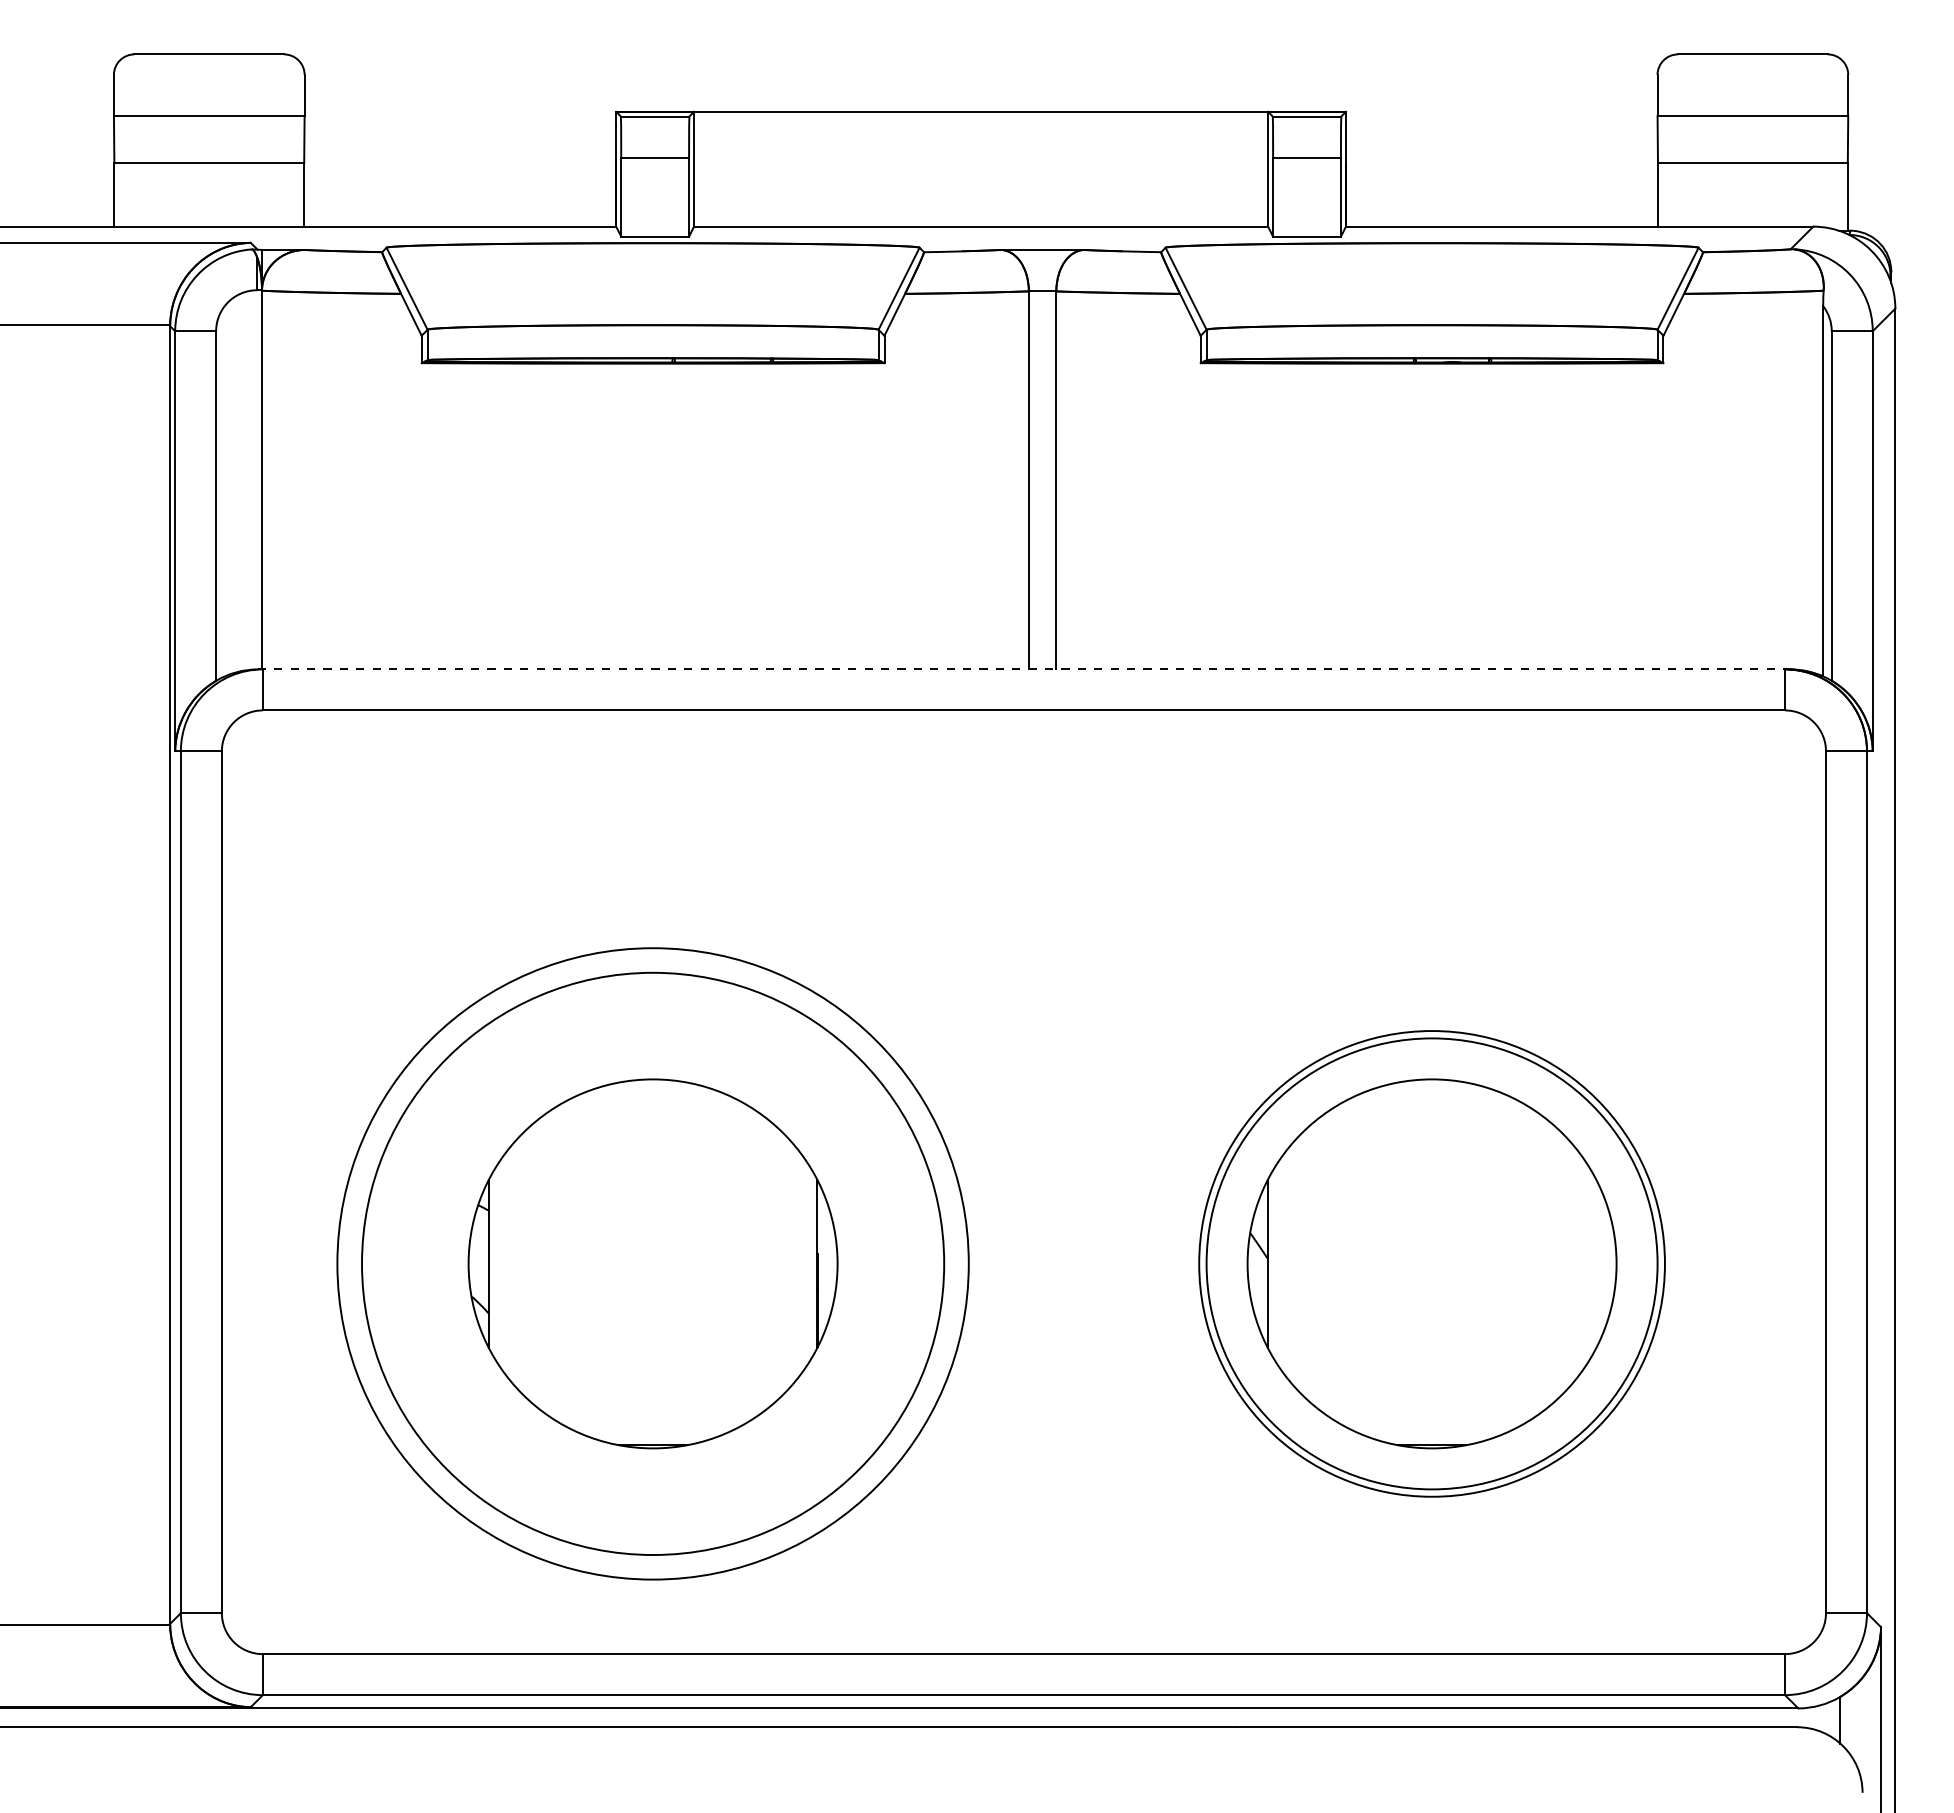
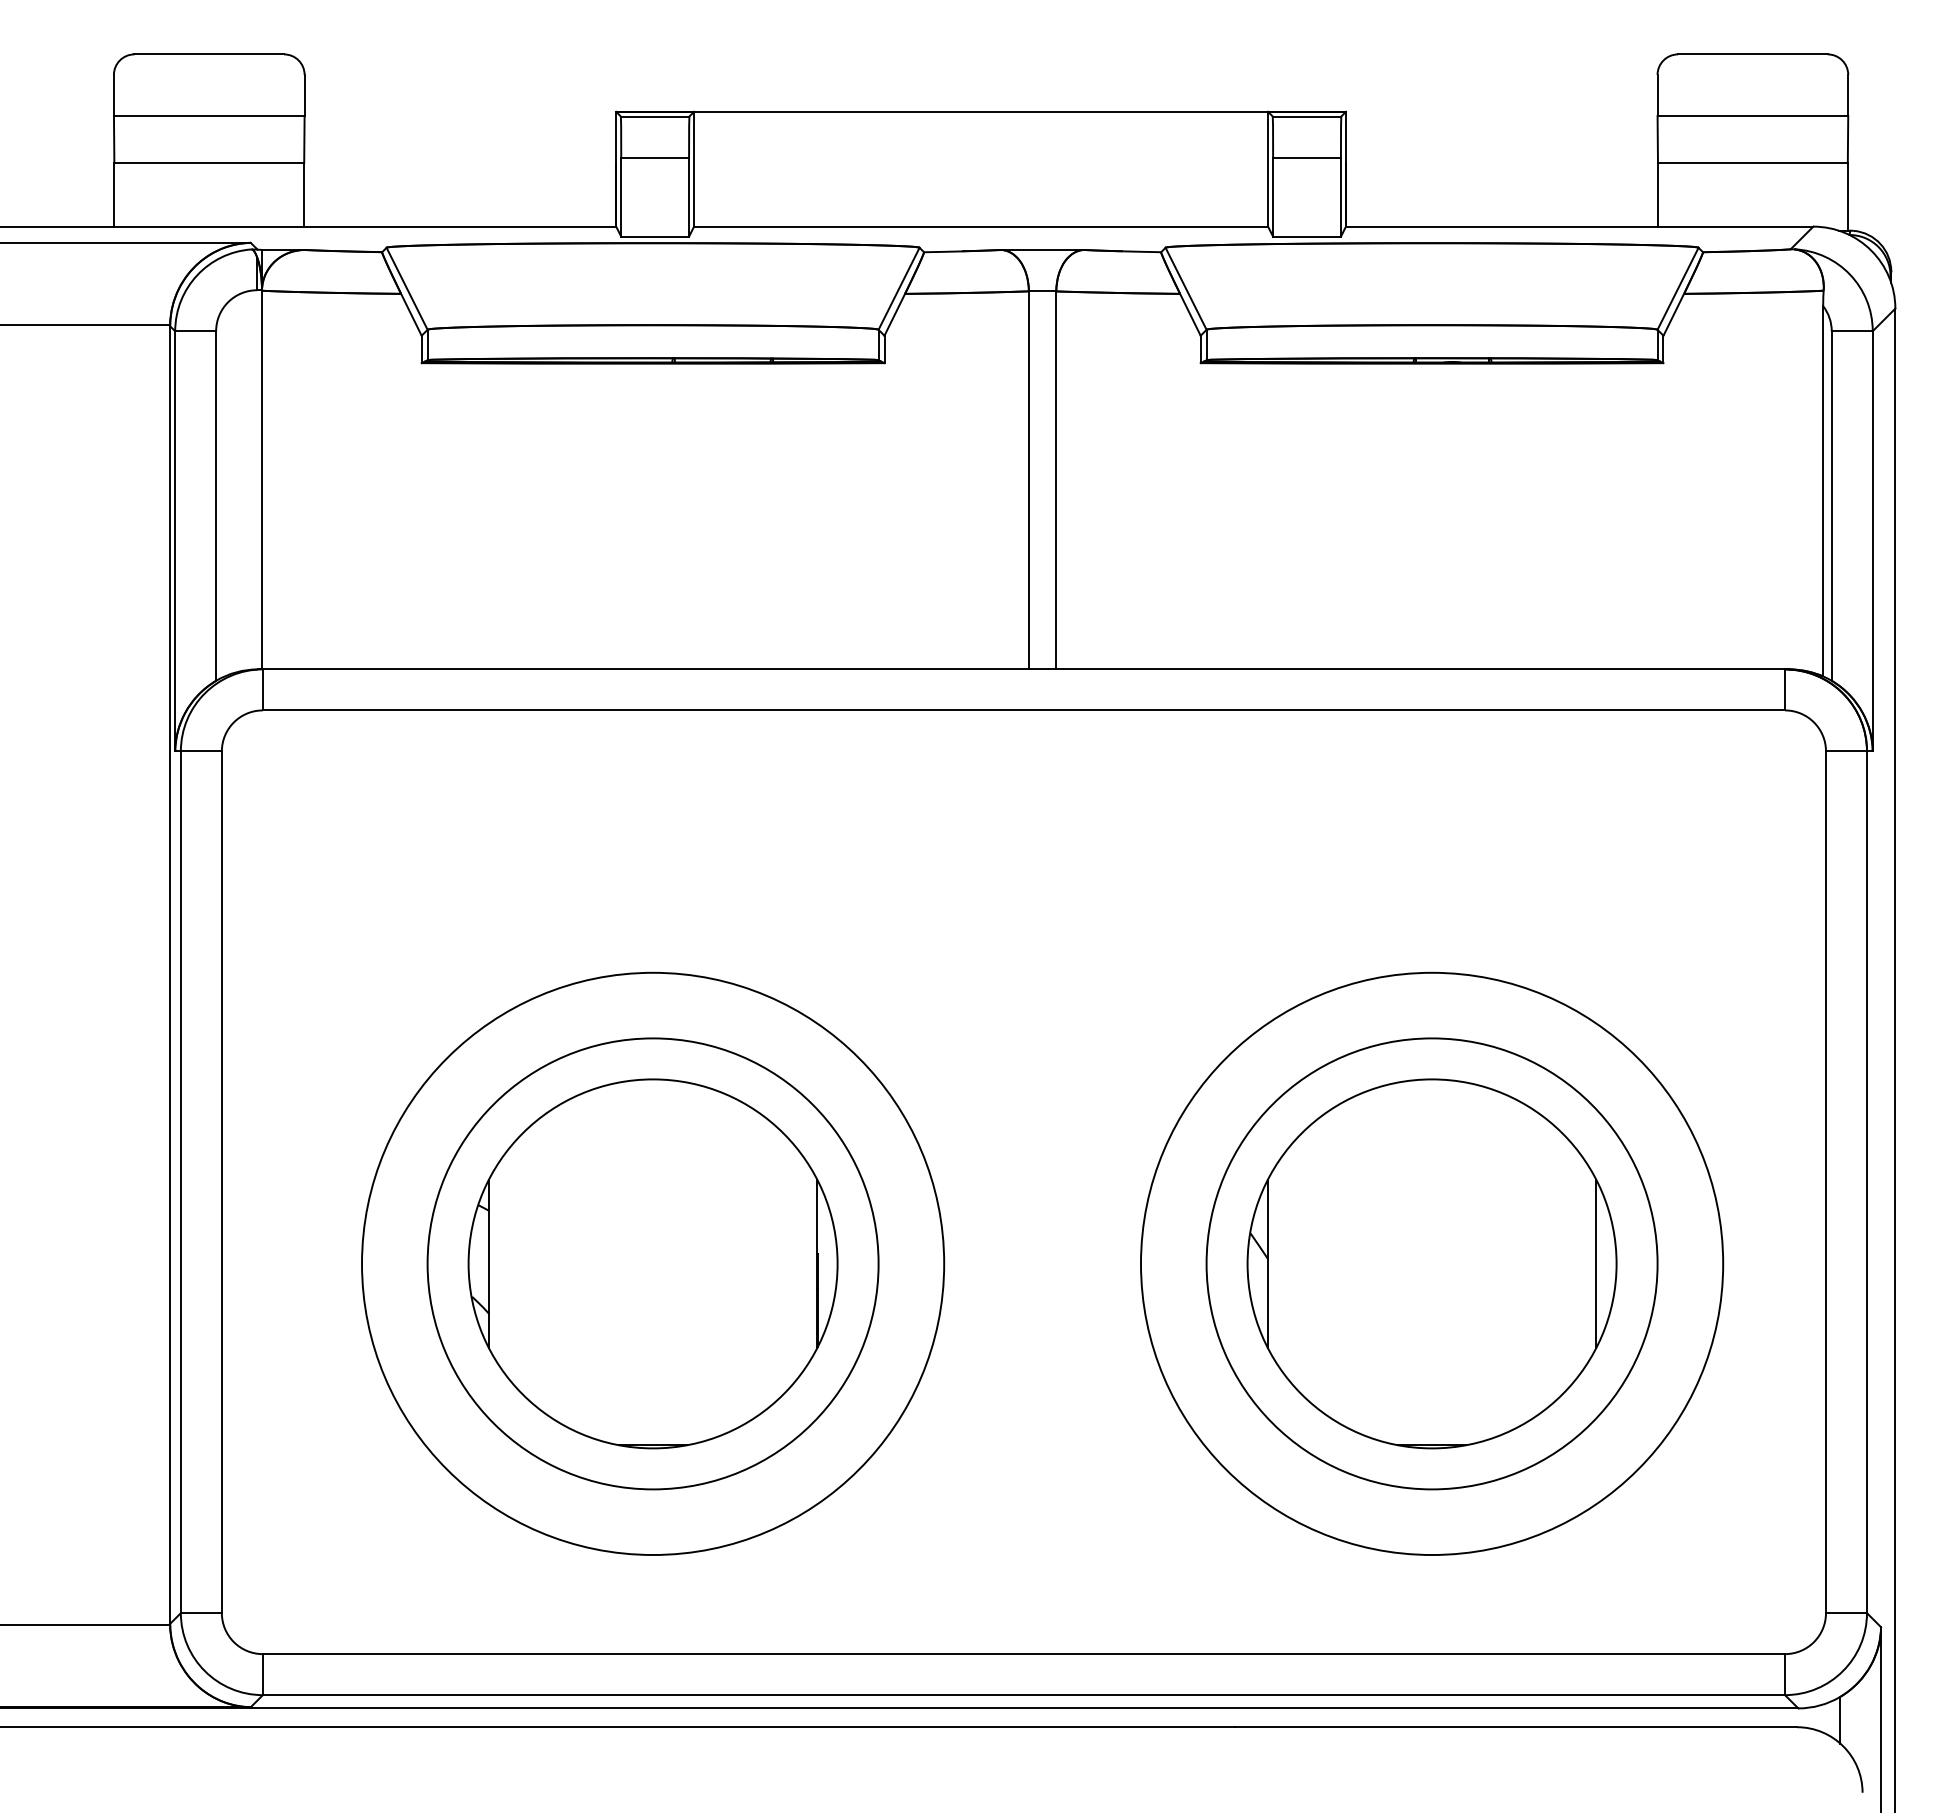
line at (1023, 669): dashed -> solid
circle at (652, 1263) diameter: 631 px -> 451 px
circle at (1431, 1263) diameter: 466 px -> 582 px
line at (1596, 1263): none -> present
